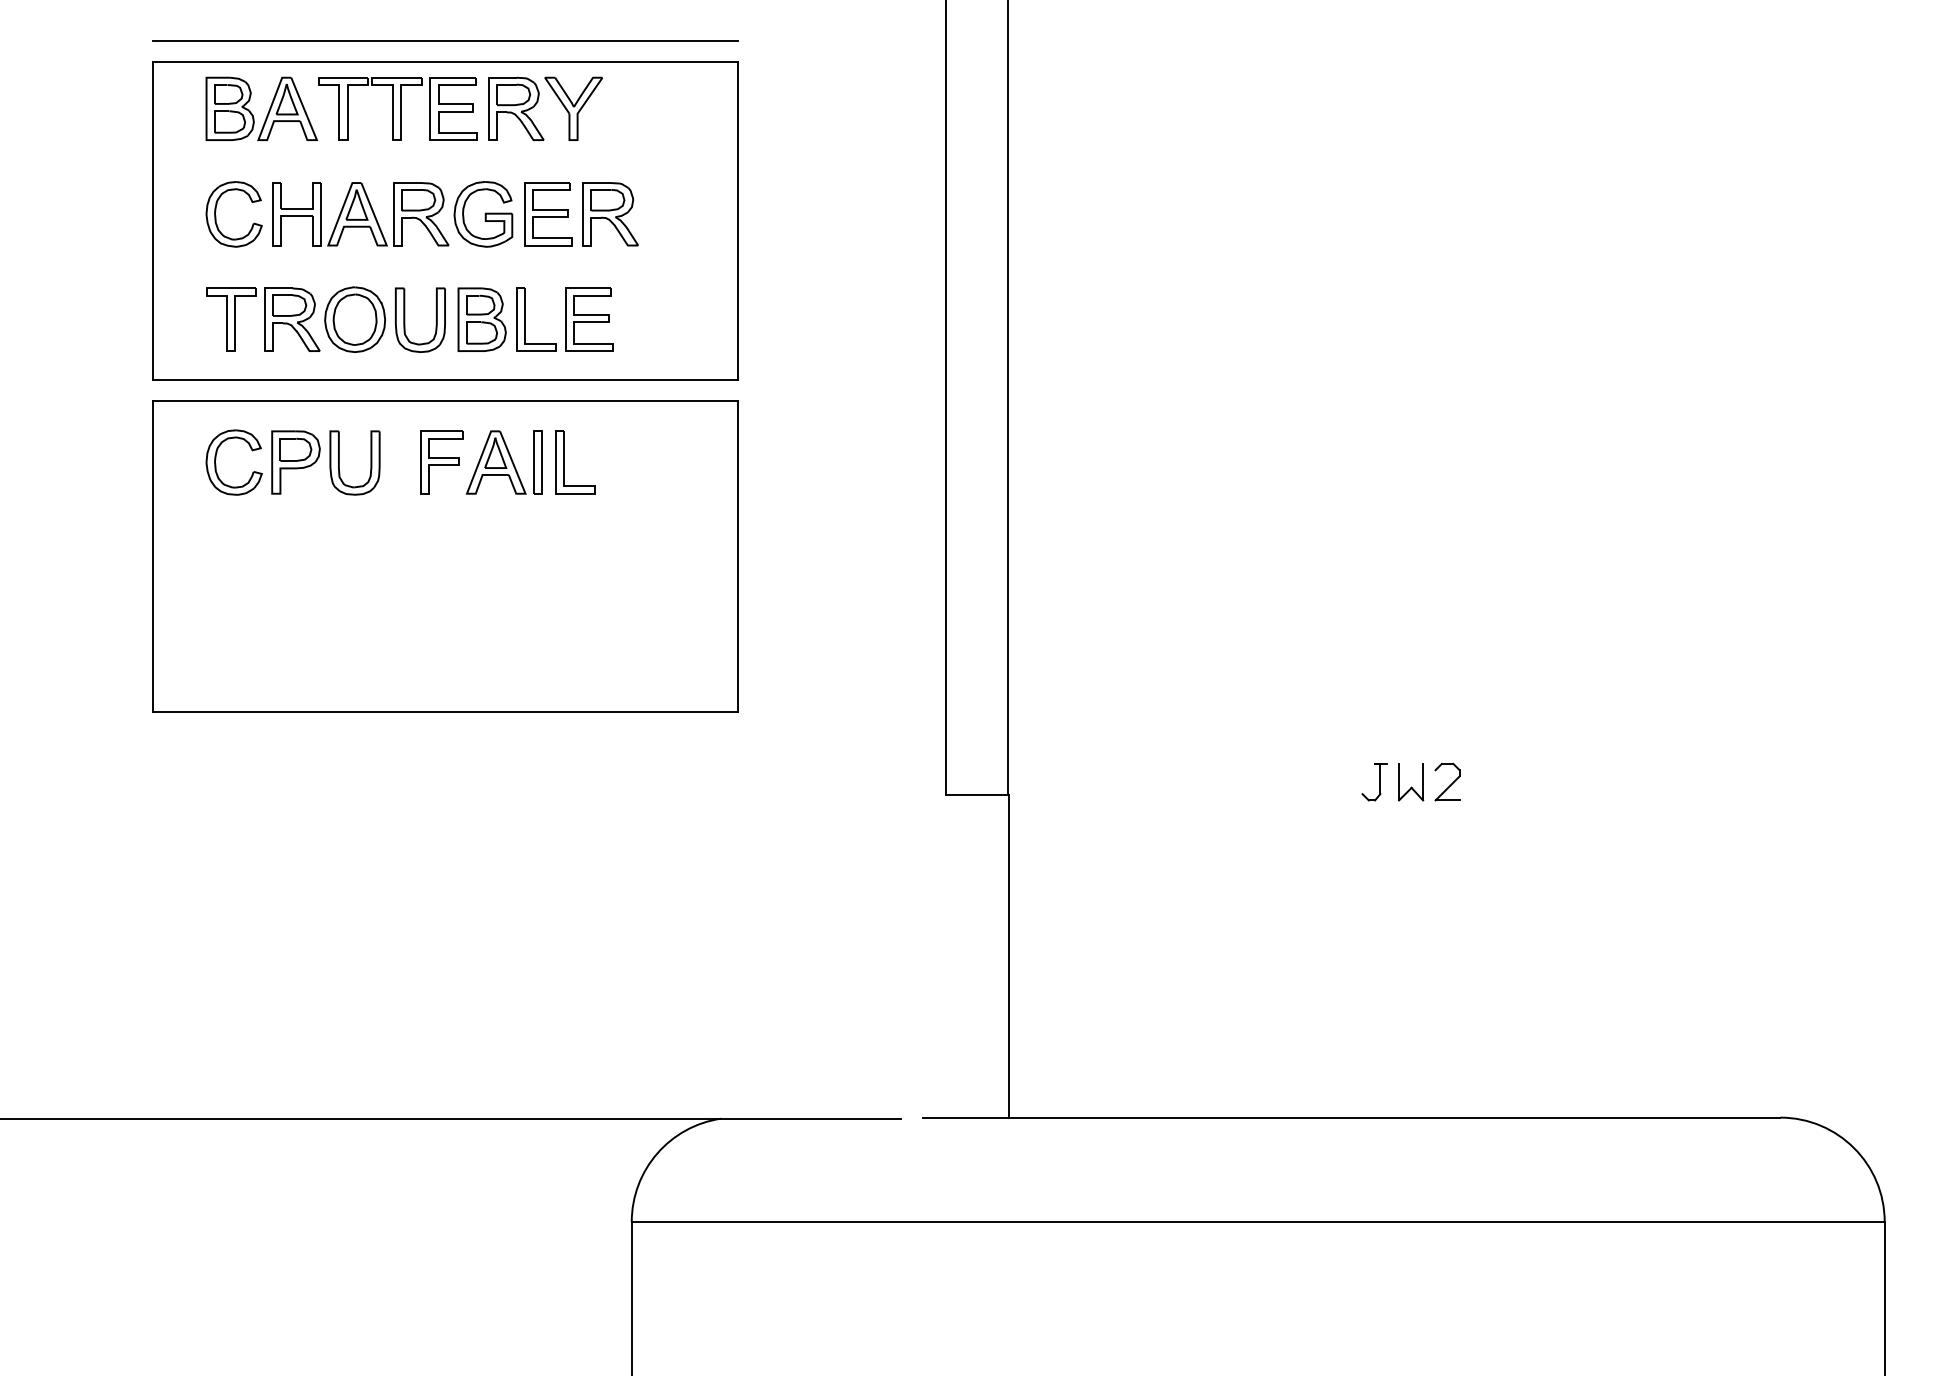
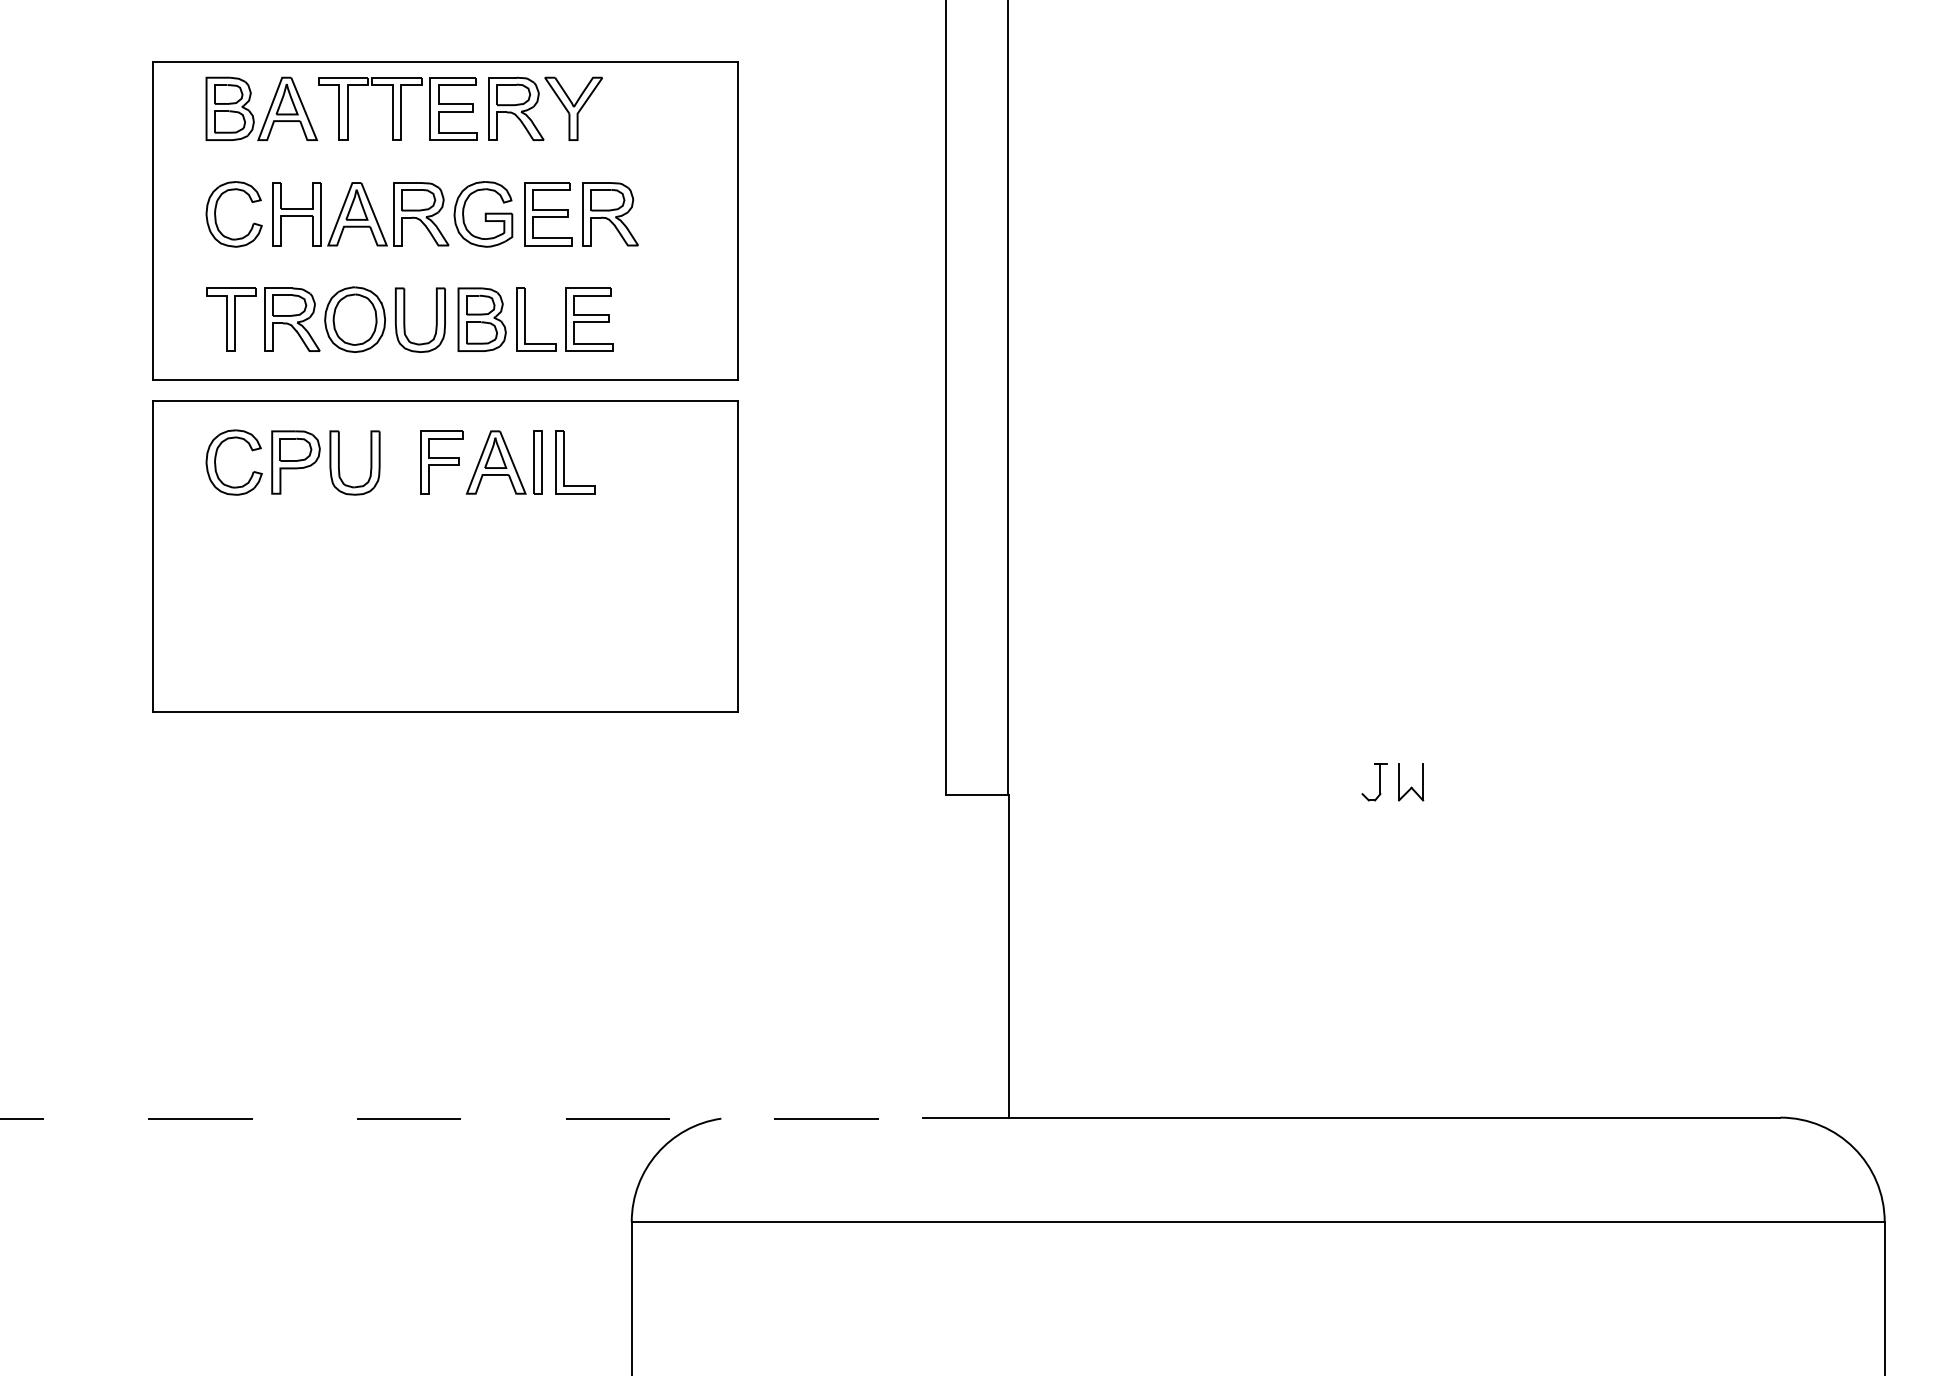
line at (445, 41): present -> none
part at (1447, 781): present -> none
line at (450, 1118): solid -> dashed
